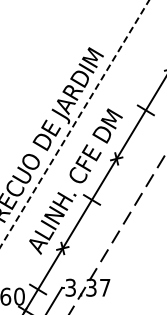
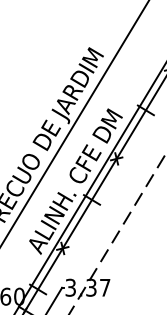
line at (74, 124): dashed -> solid
line at (89, 188): none -> present
